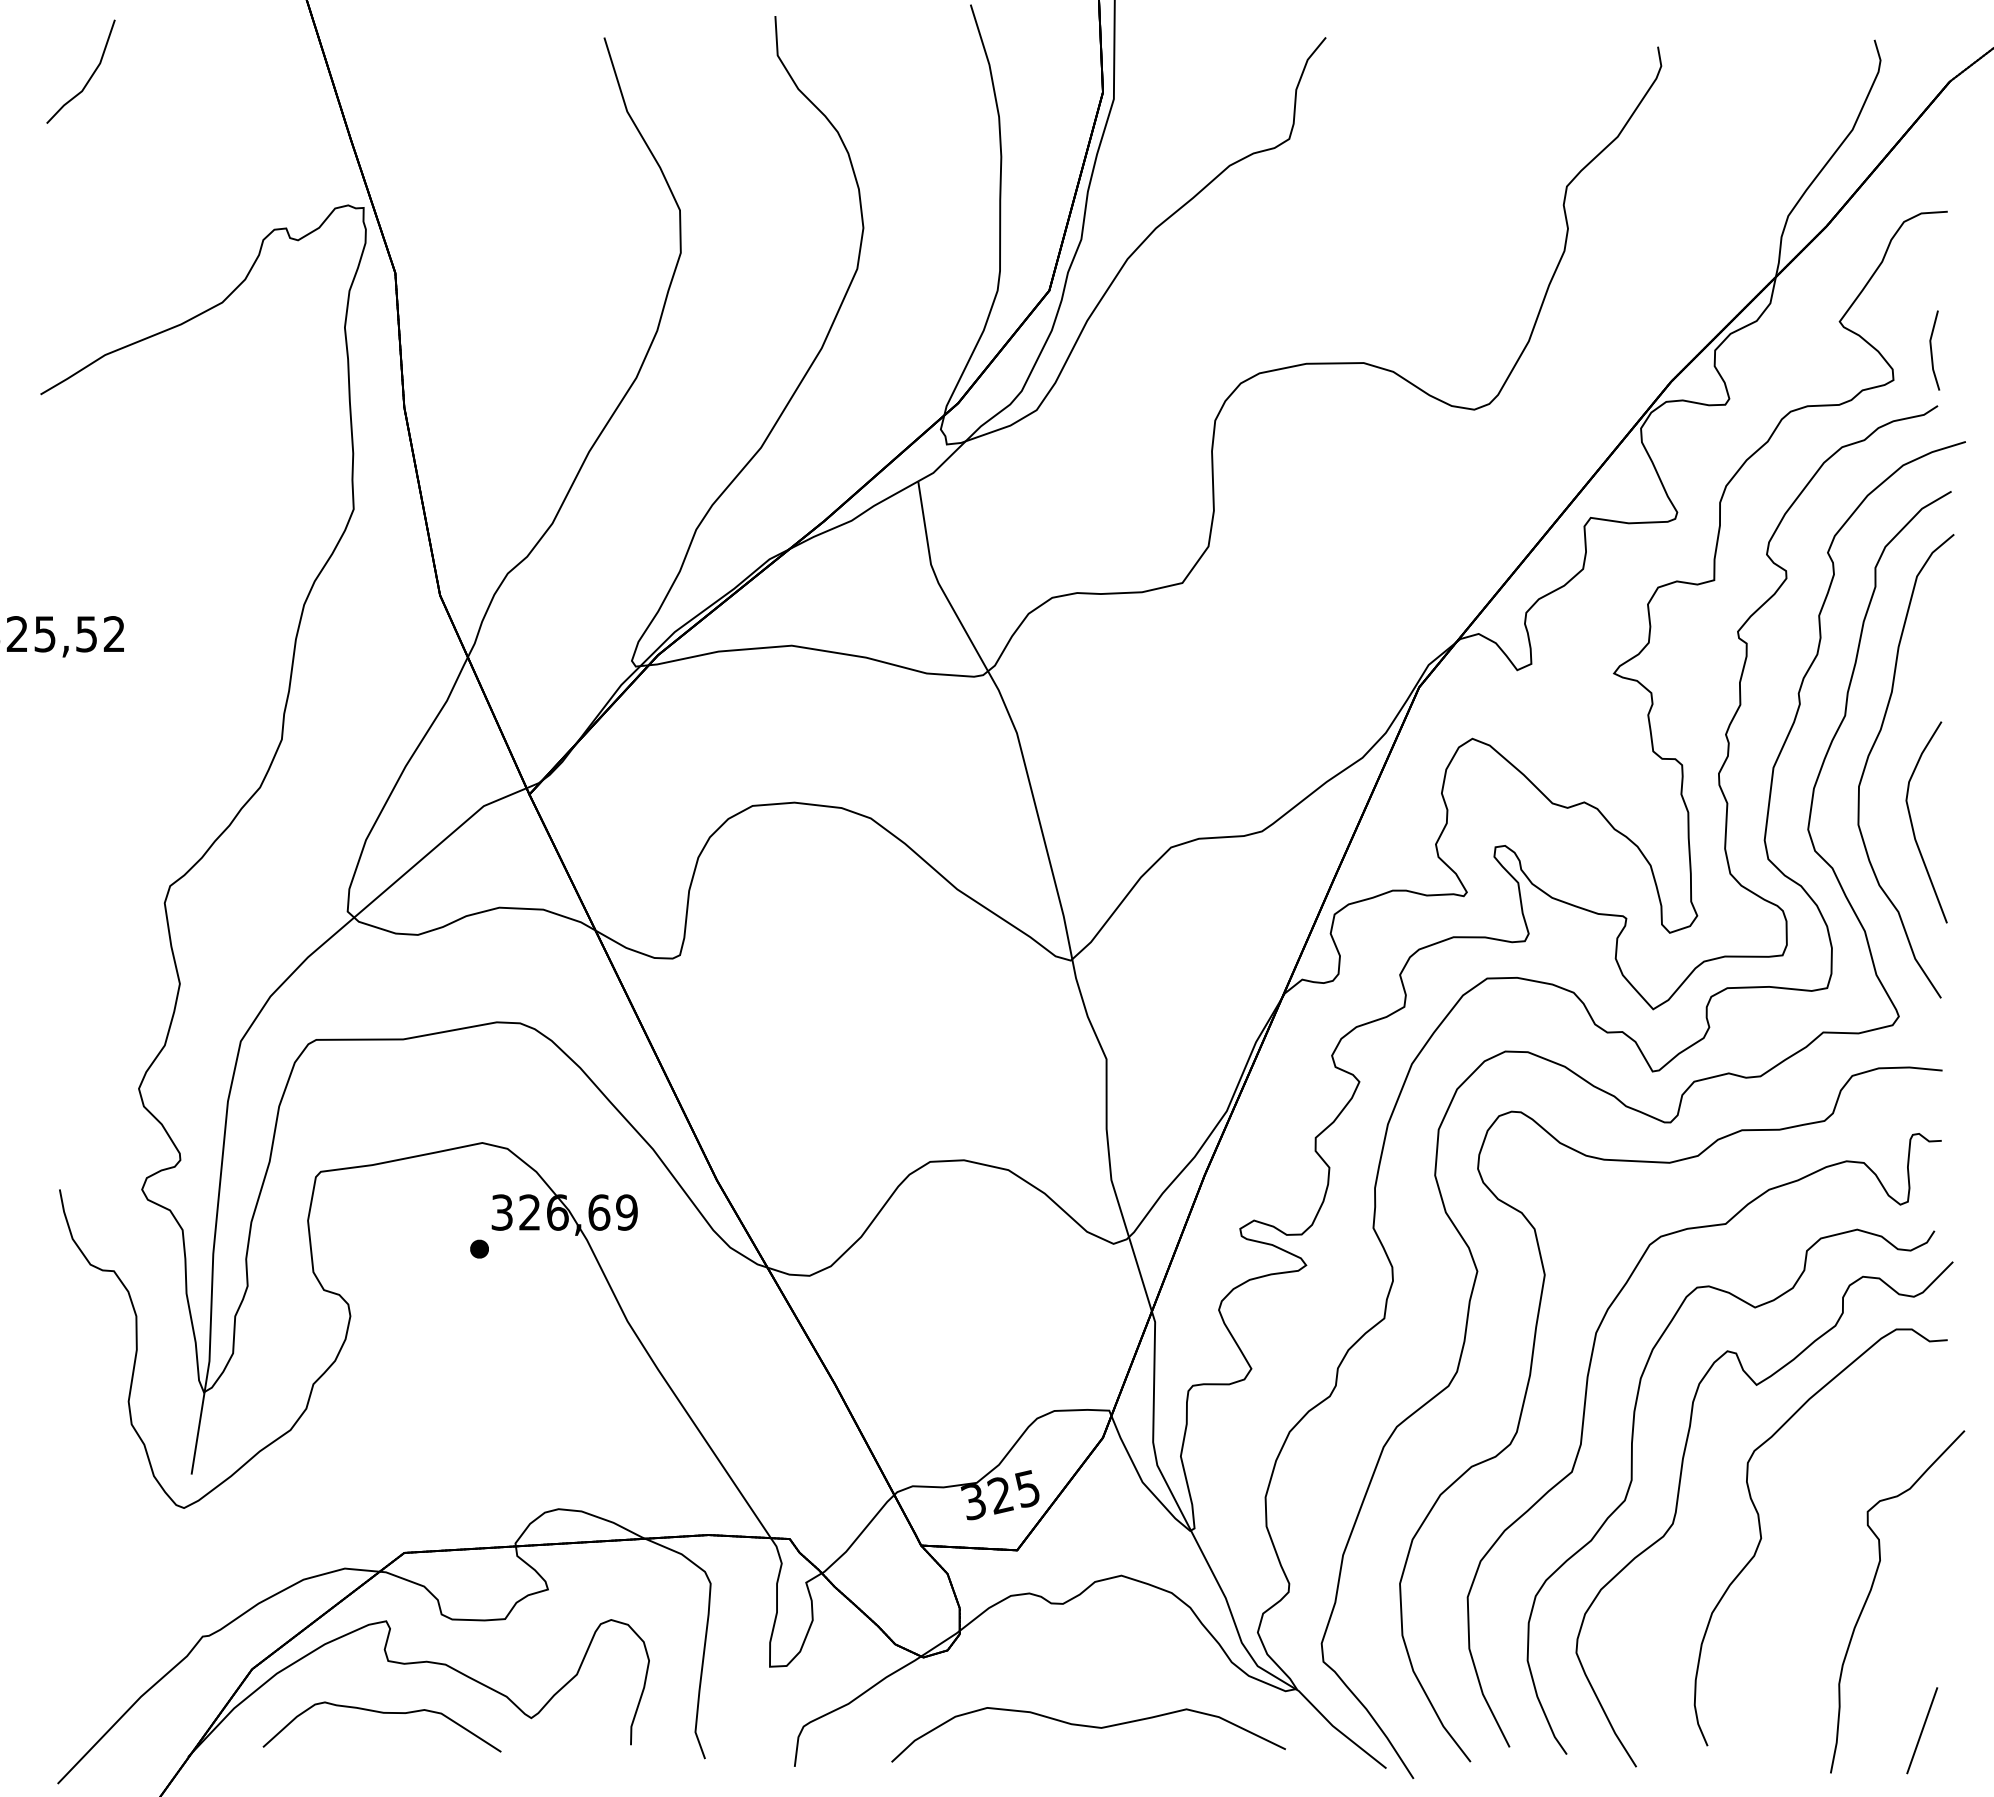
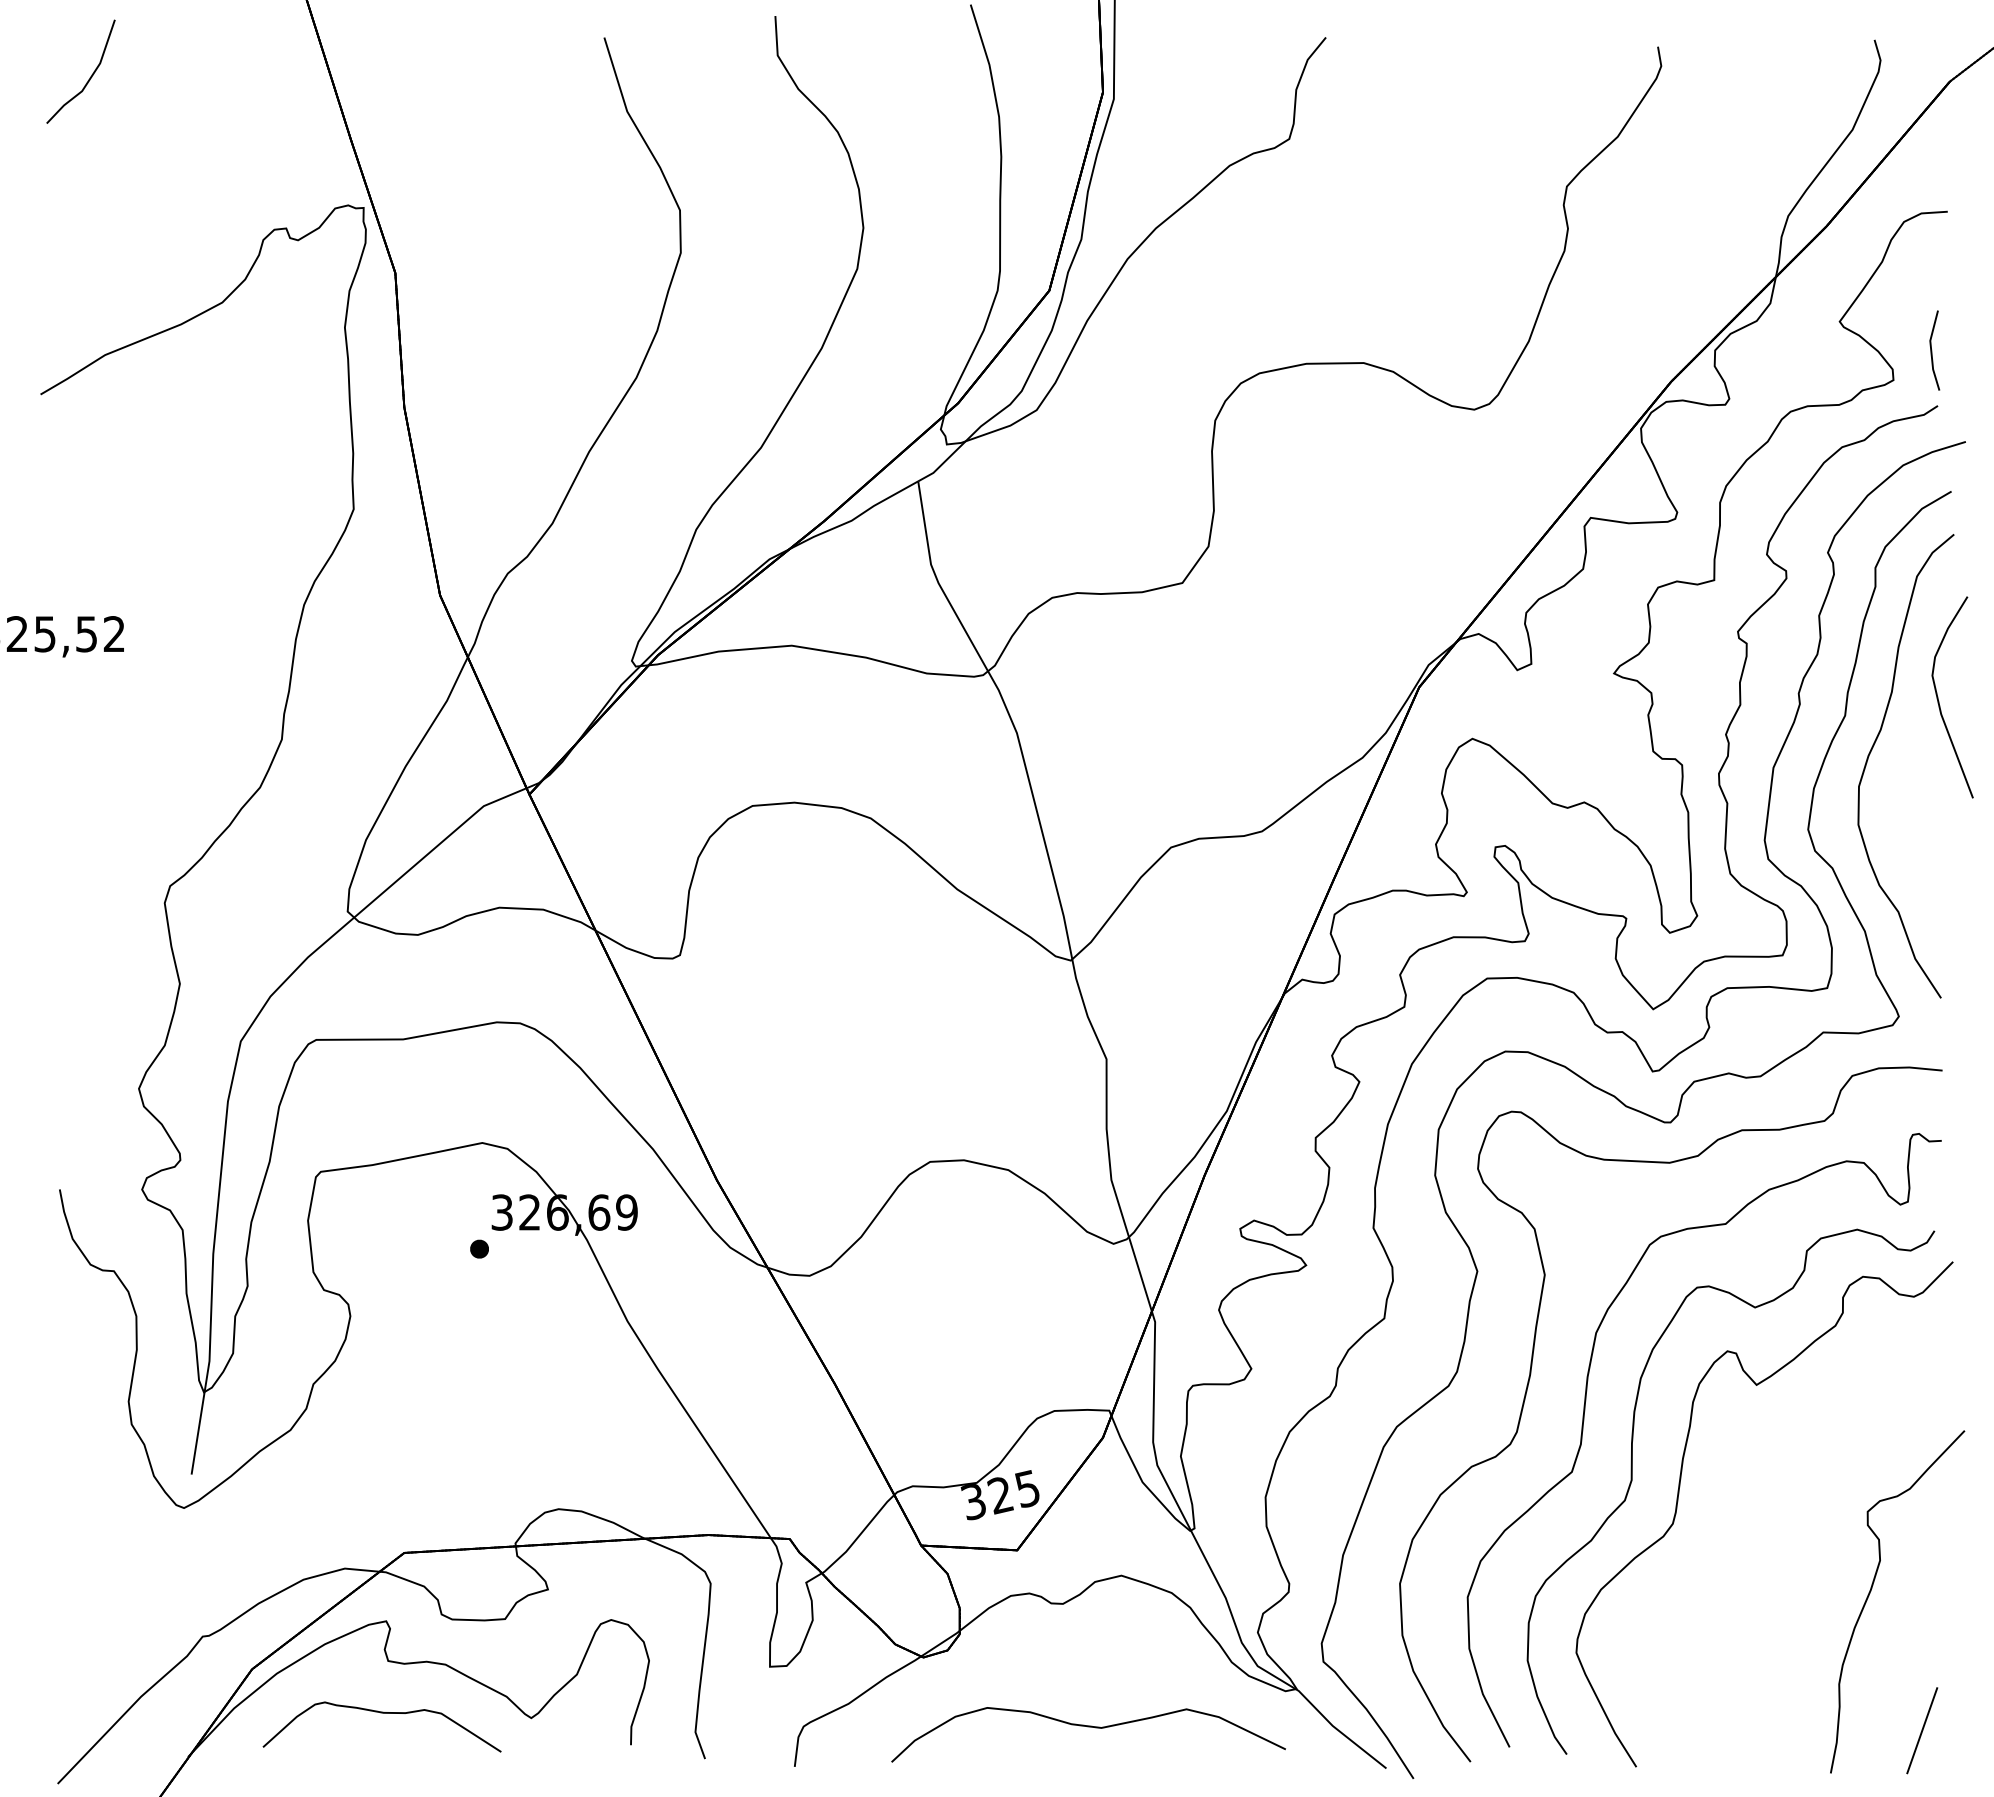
curve at (1913, 826) position: (1913, 826) -> (1939, 701)
part at (1762, 1538): present -> none
